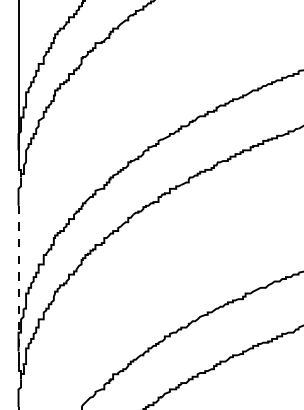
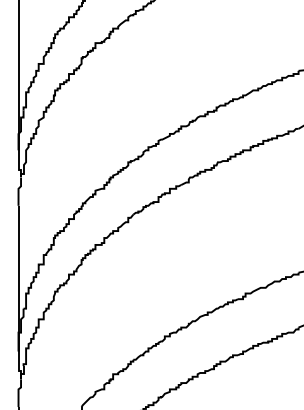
line at (18, 278): dashed -> solid
